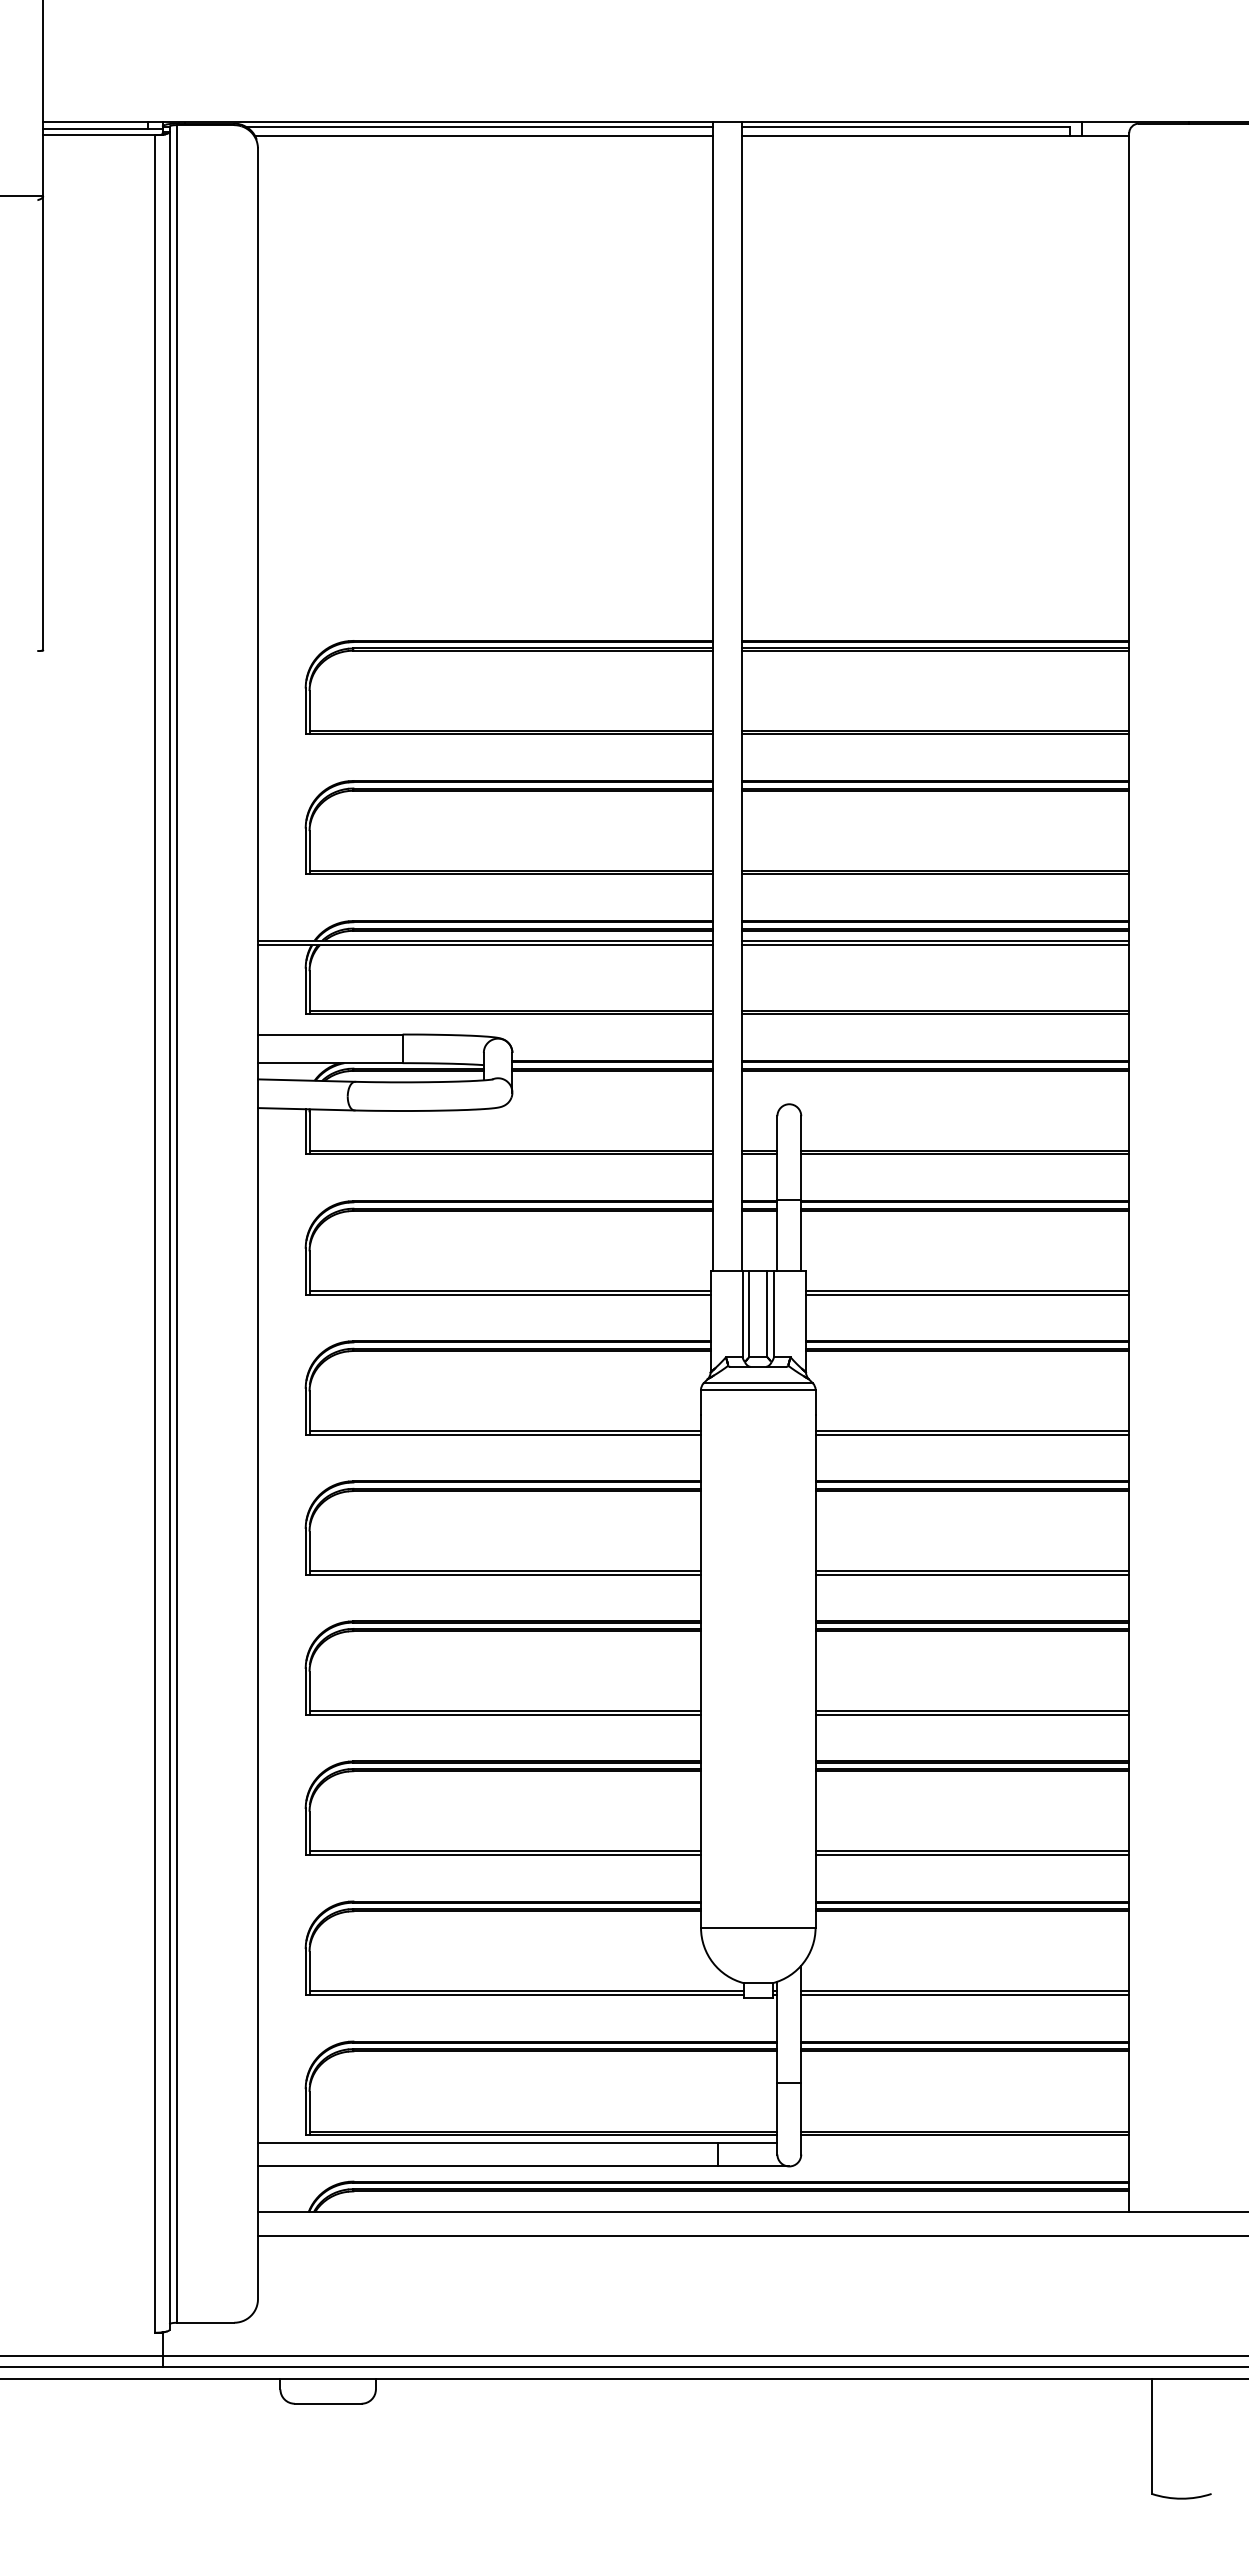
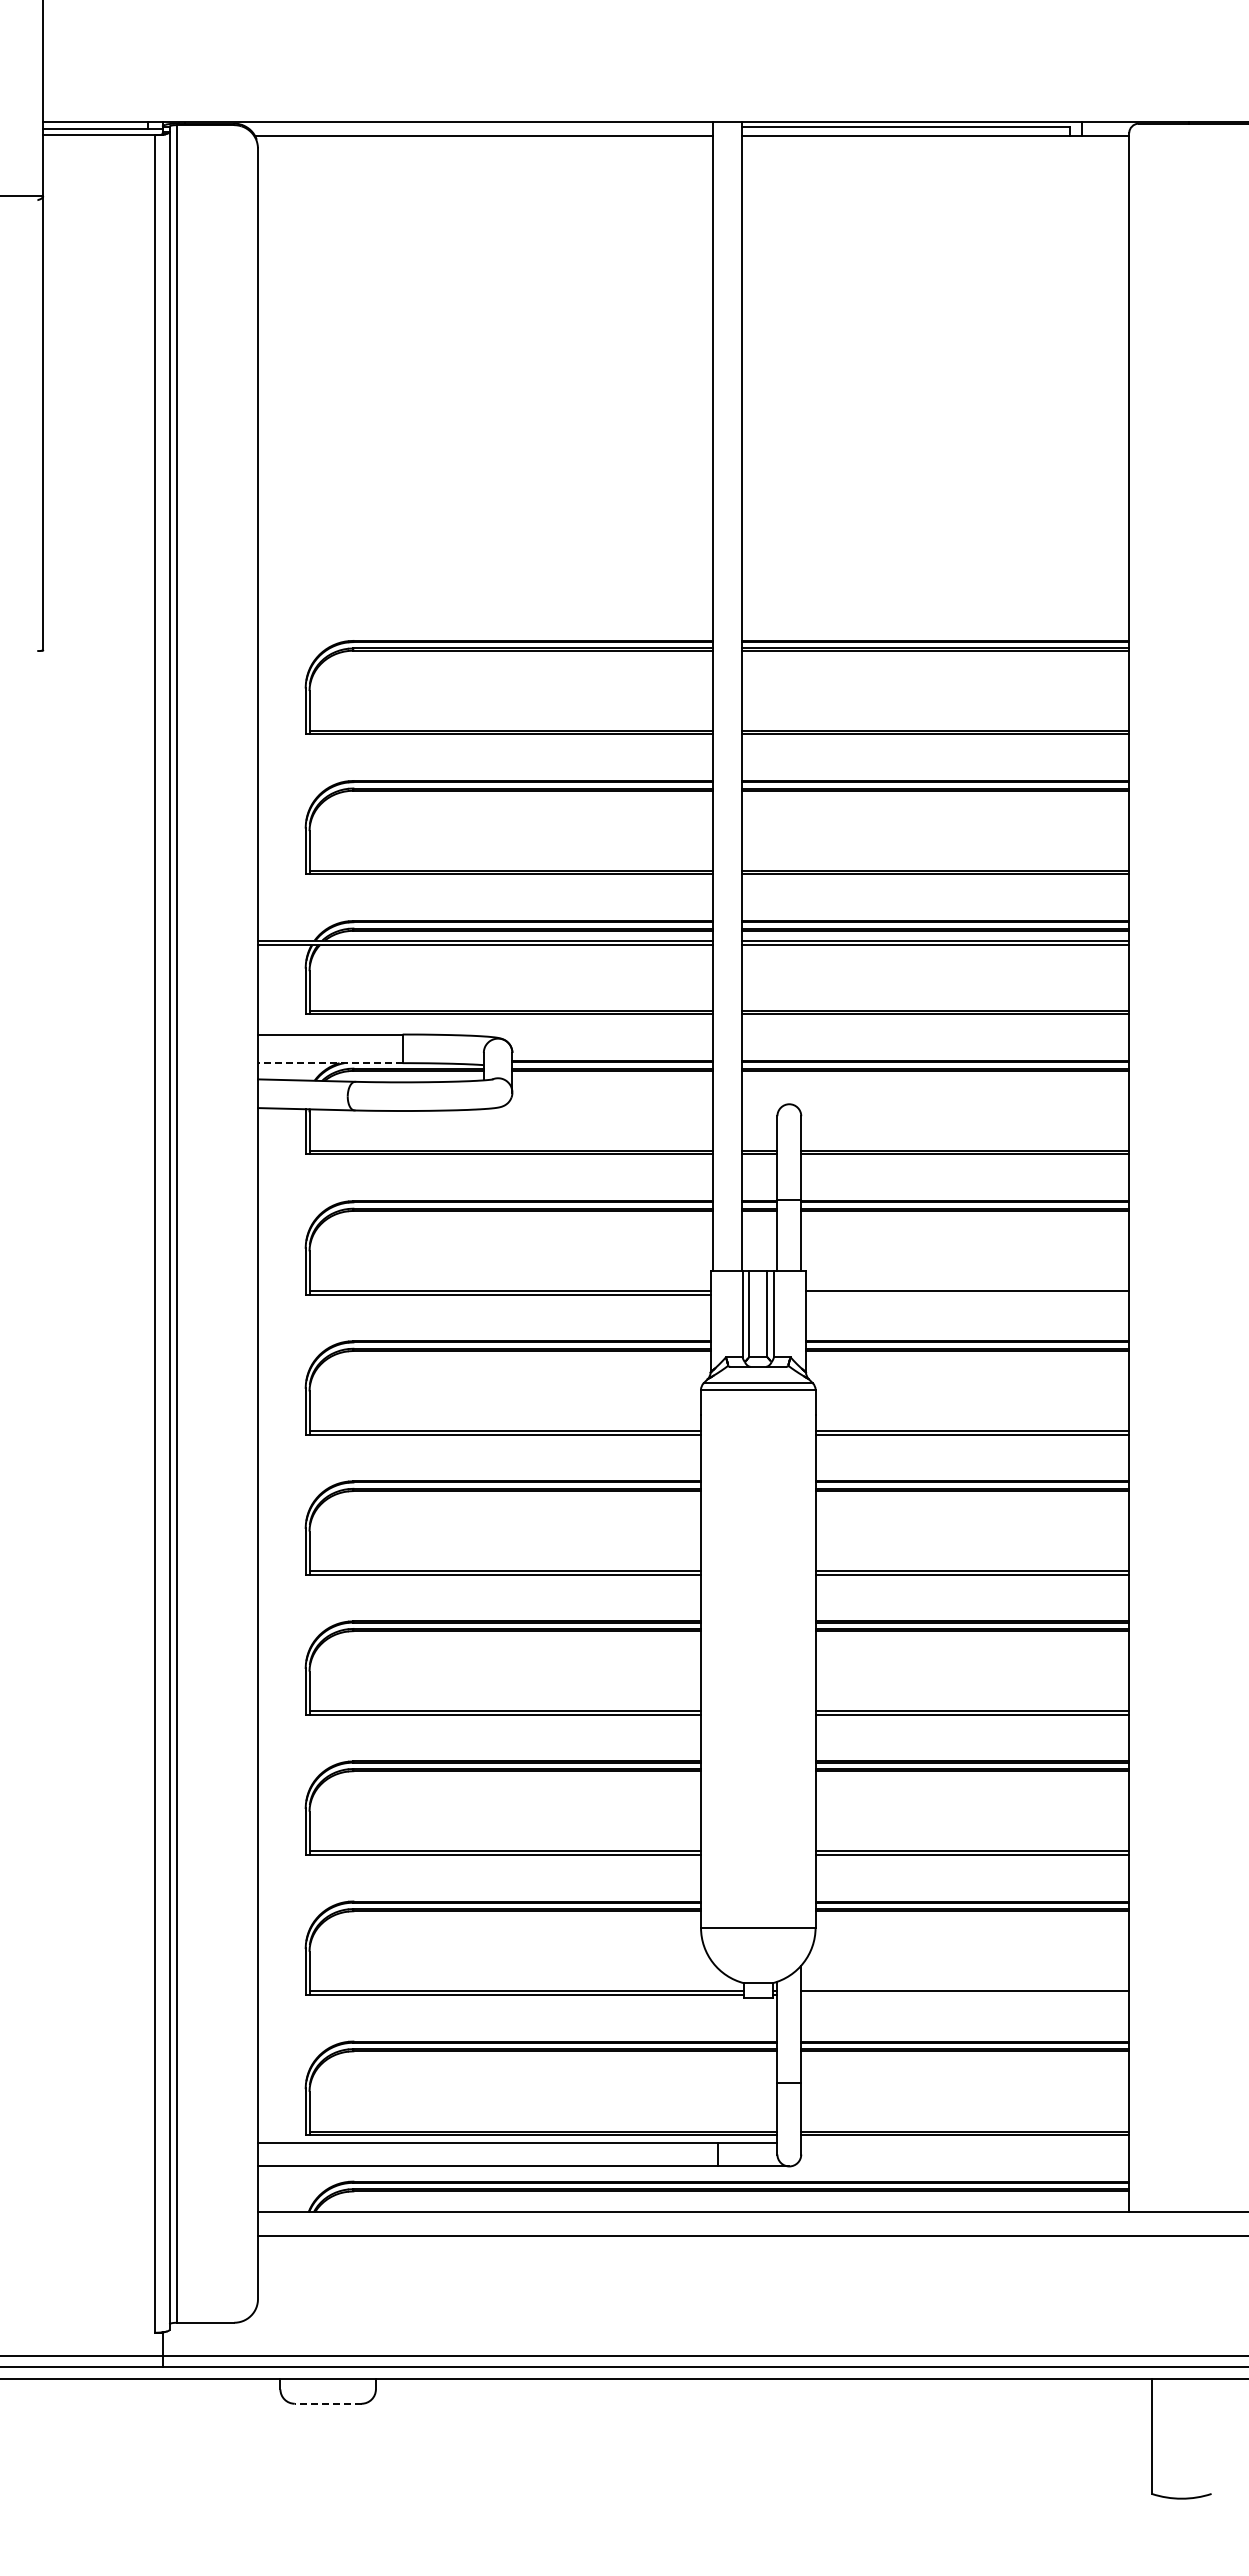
line at (479, 127): present -> none
line at (329, 1063): solid -> dashed
line at (967, 1294): present -> none
line at (965, 1994): present -> none
line at (327, 2403): solid -> dashed
